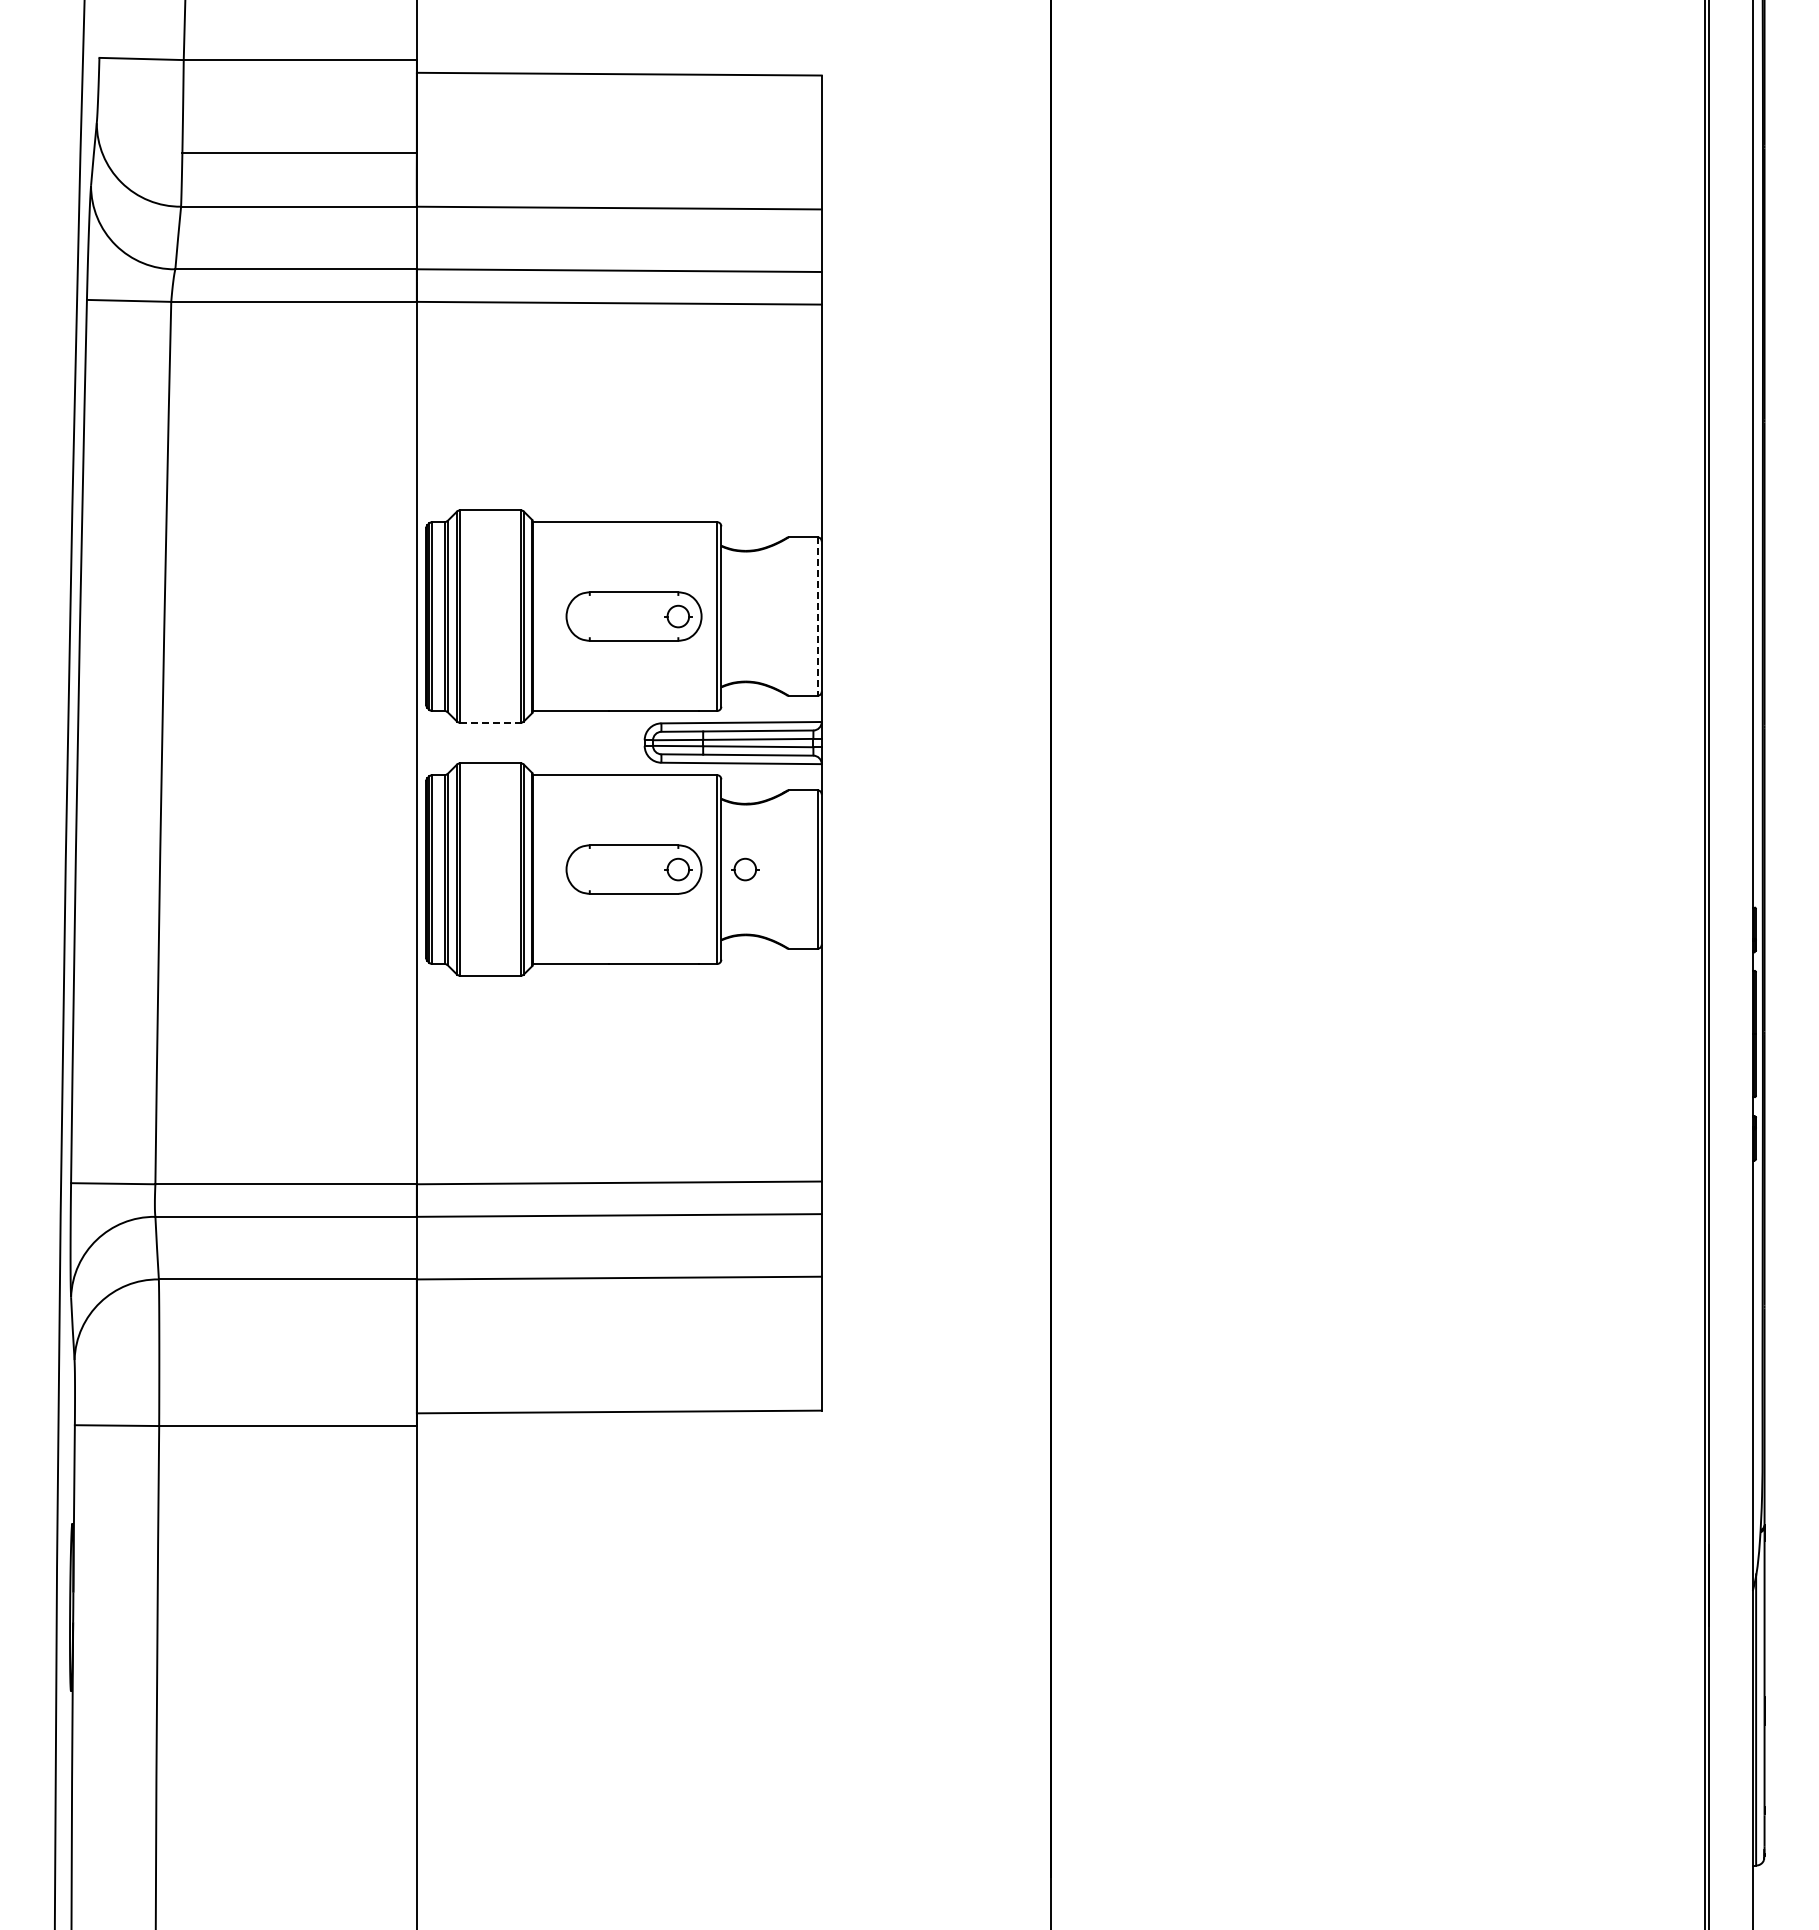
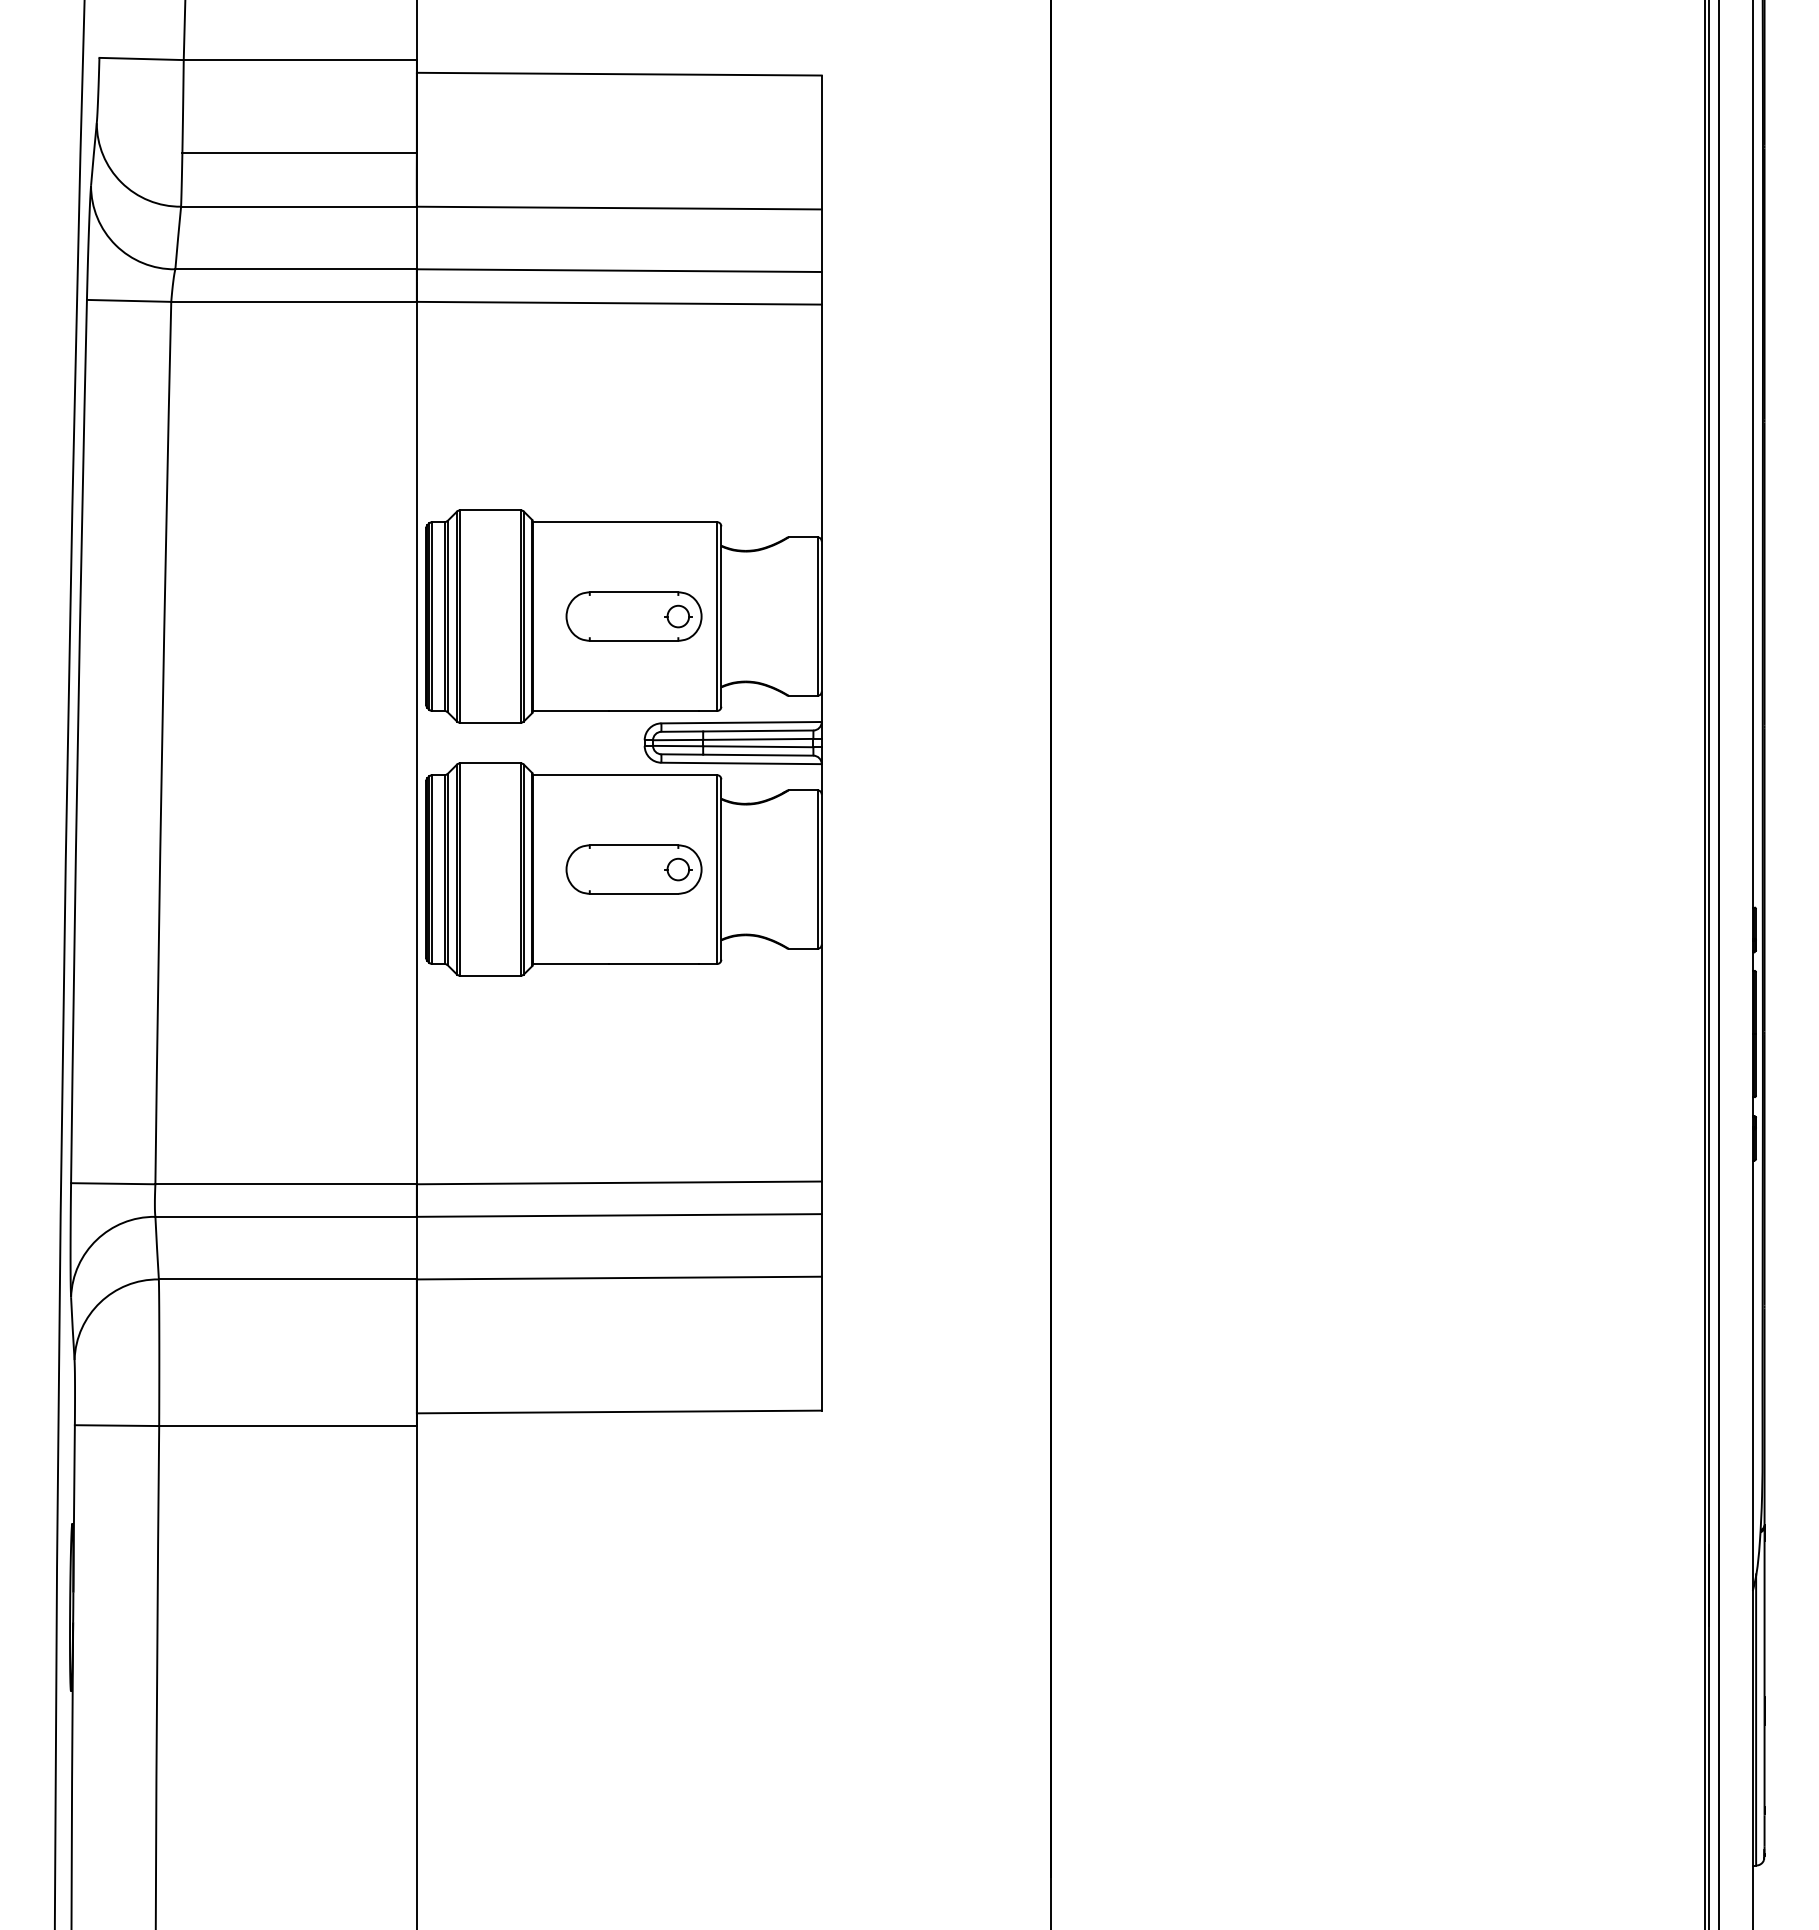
line at (817, 617): dashed -> solid
line at (490, 722): dashed -> solid
part at (745, 869): present -> none
line at (1719, 964): none -> present
